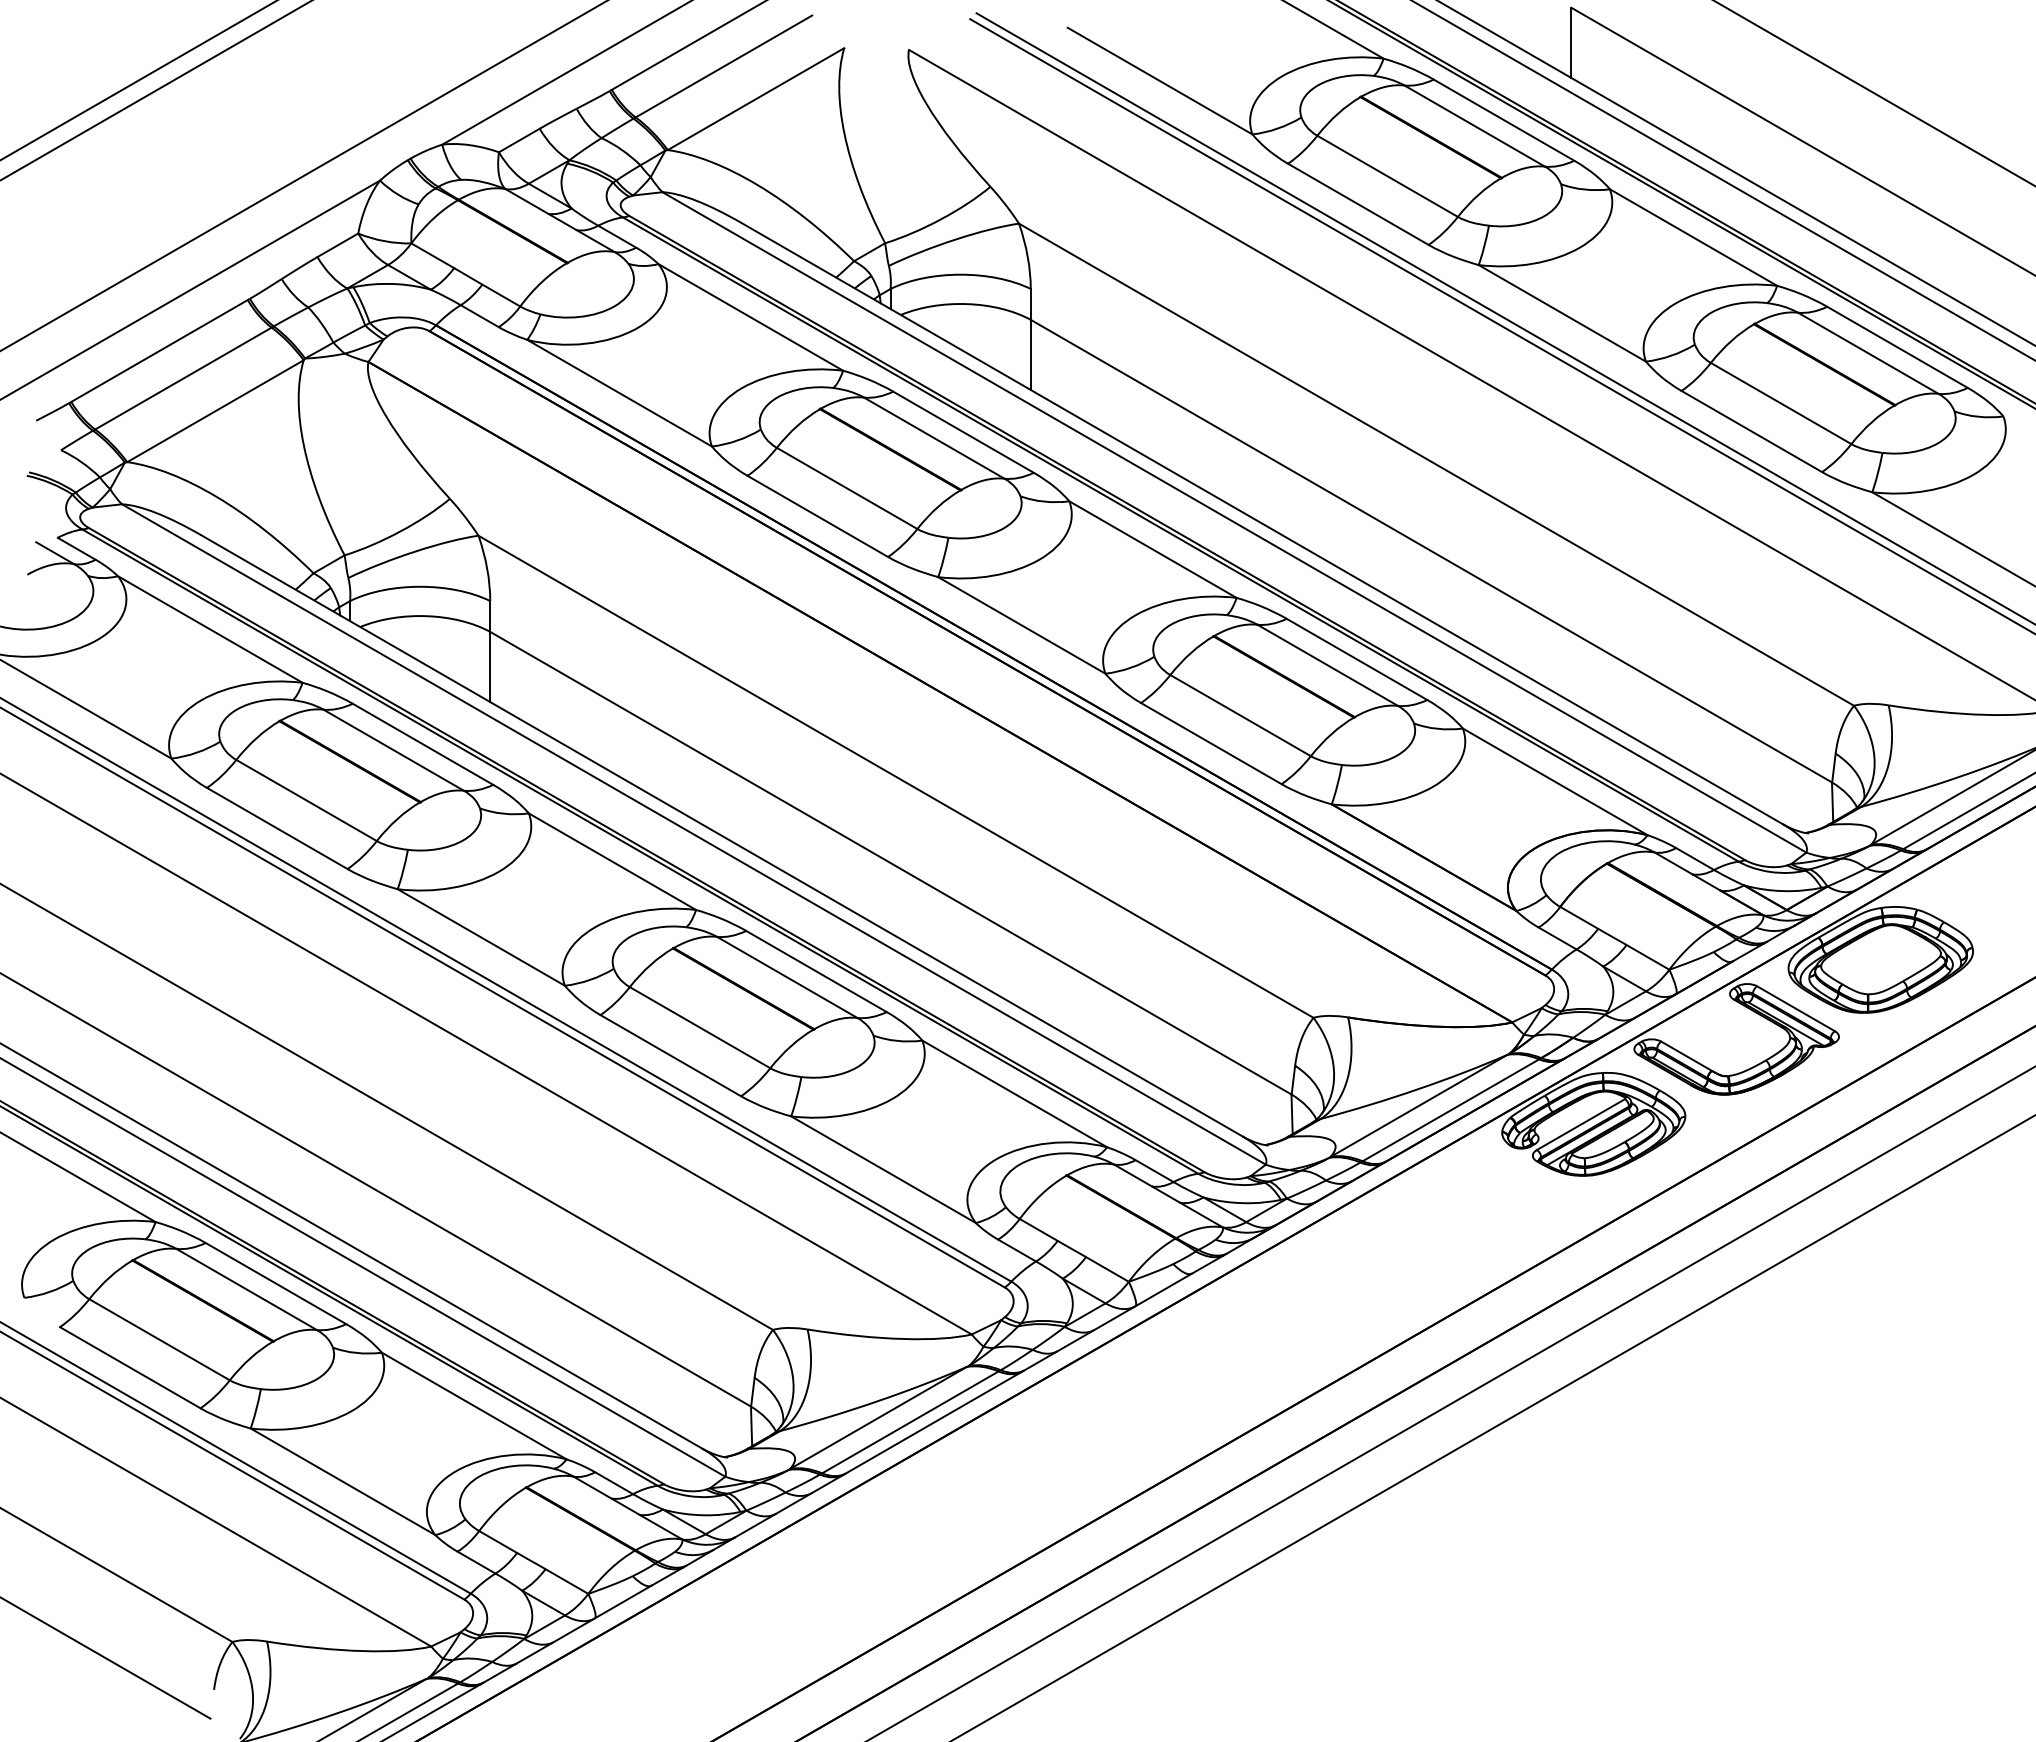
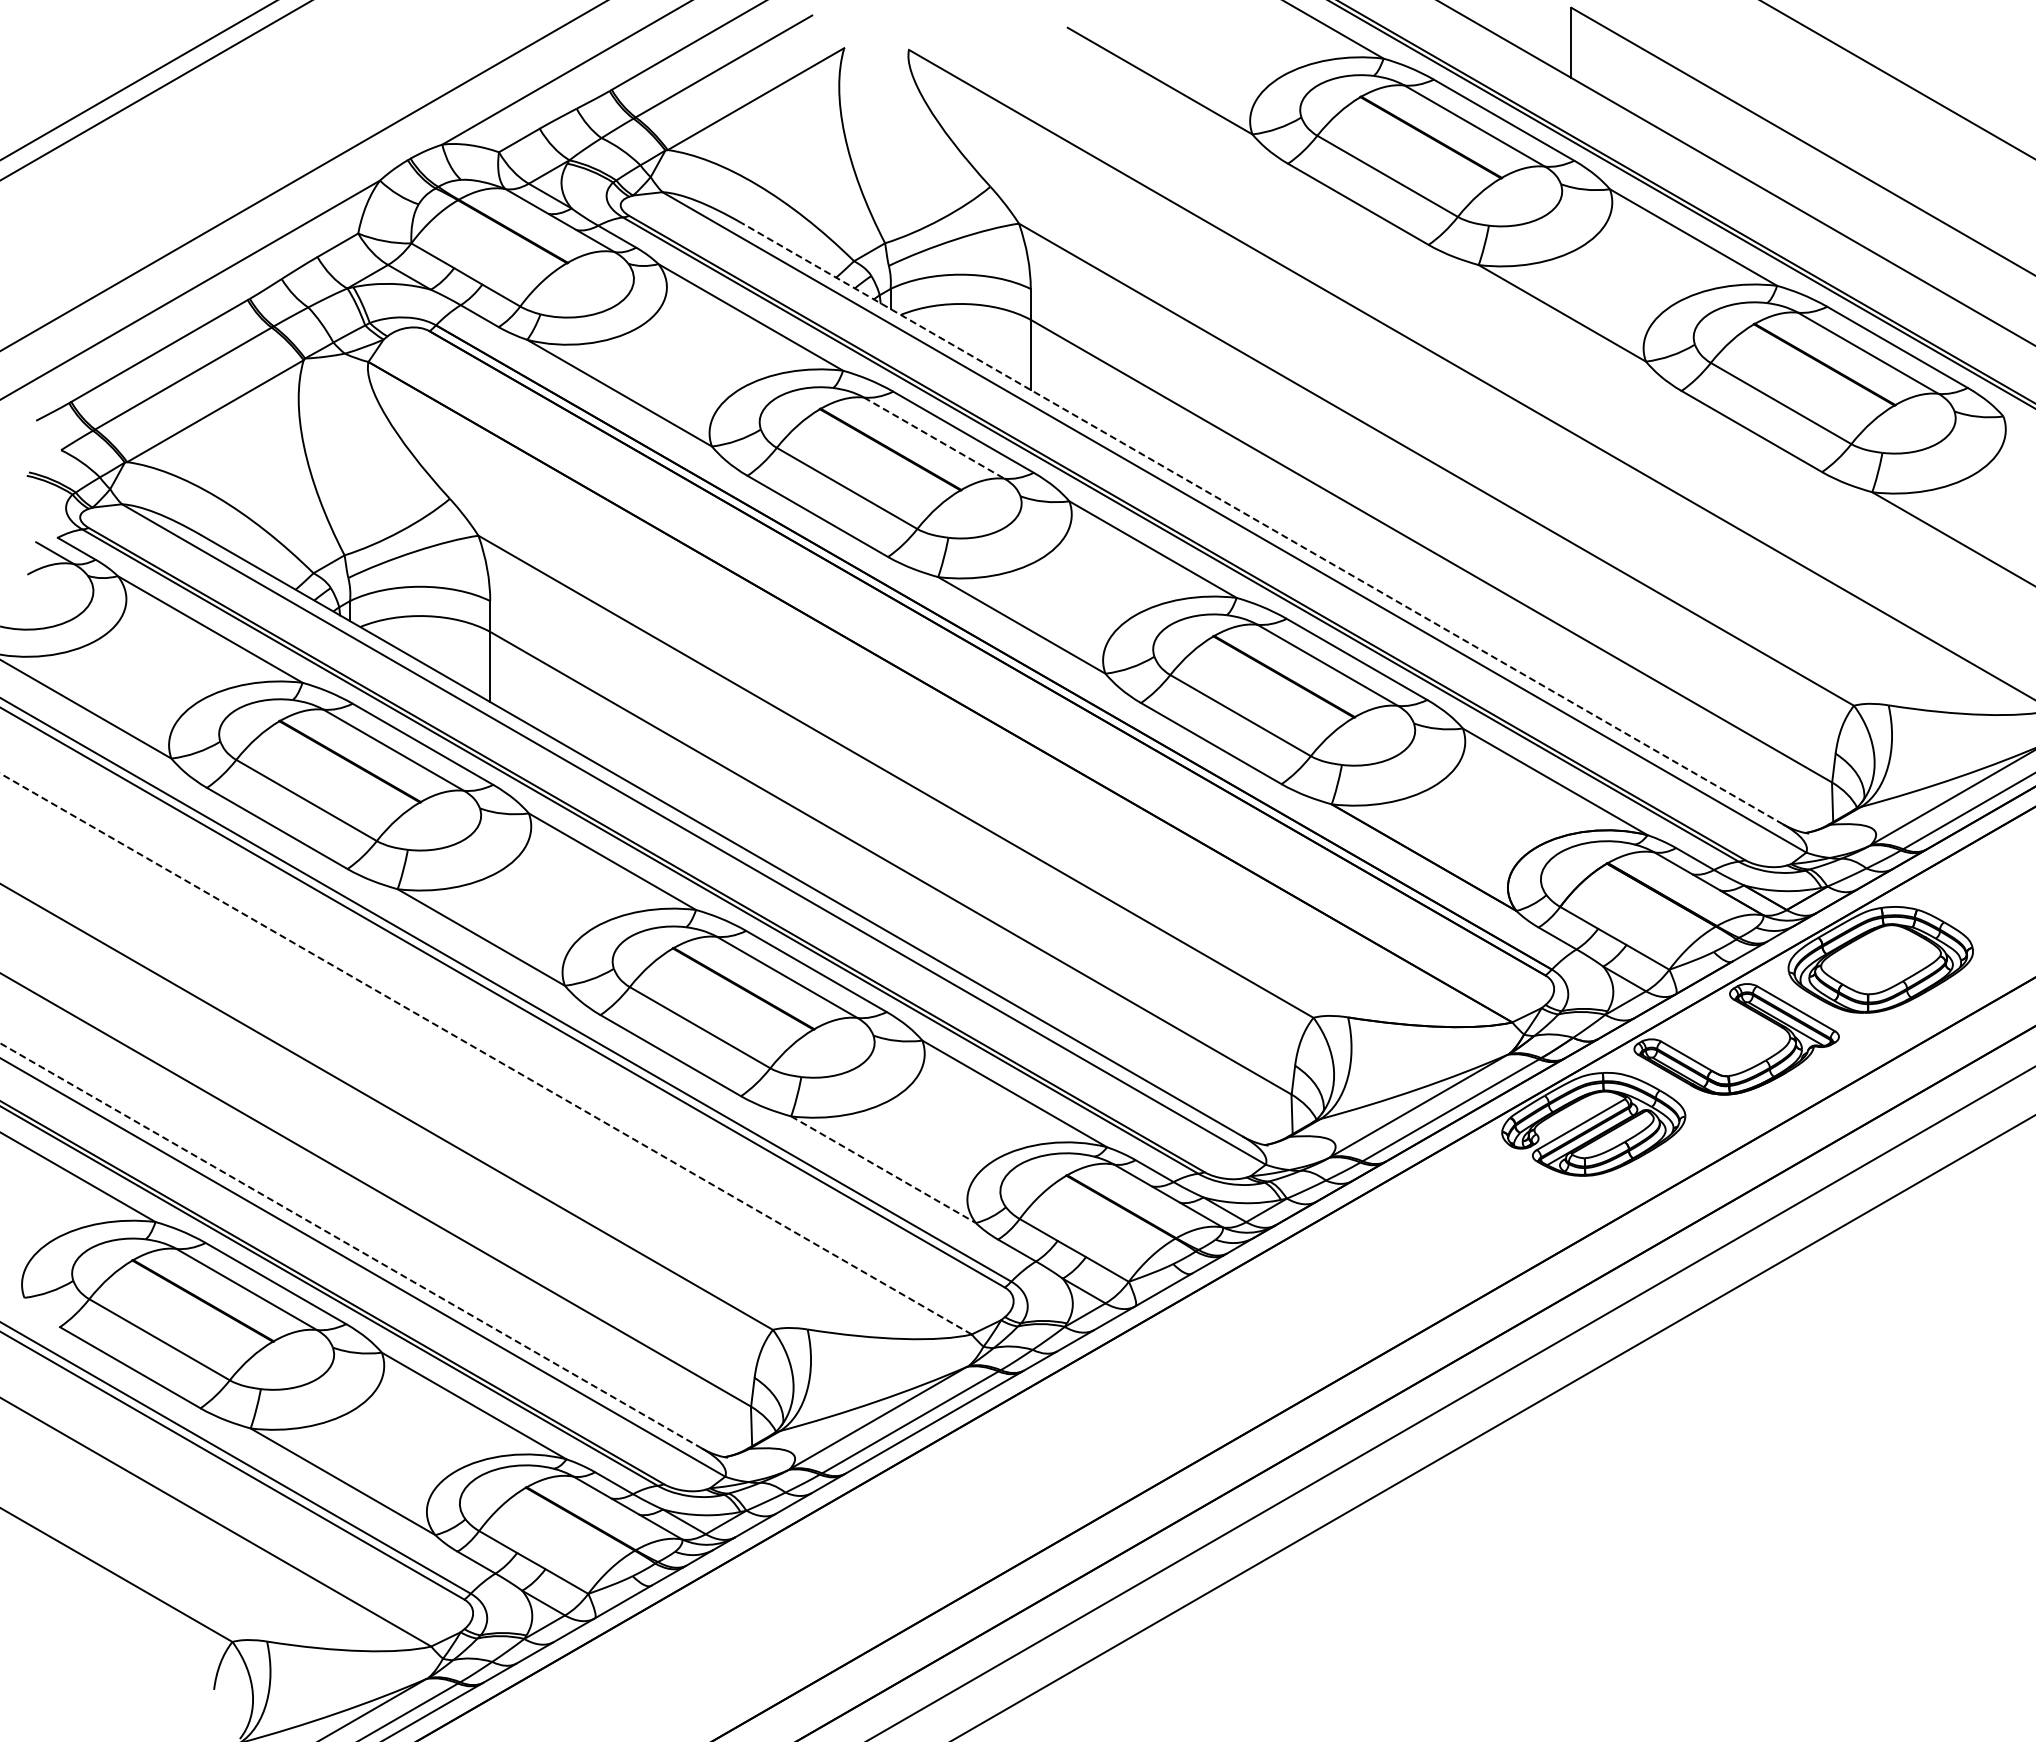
line at (1874, 93) position: (1874, 93) -> (1897, 79)
line at (1723, 180): present -> none
line at (1504, 318): present -> none
line at (1501, 325): present -> none
line at (934, 438): solid -> dashed
line at (1262, 523): solid -> dashed
line at (486, 1054): solid -> dashed
line at (883, 1169): solid -> dashed
line at (350, 1245): solid -> dashed
line at (106, 1658): present -> none
